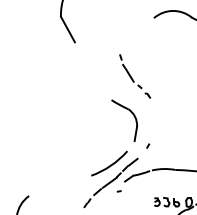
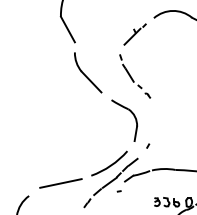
part at (134, 34): none -> present
part at (88, 72): none -> present
line at (60, 183): none -> present
